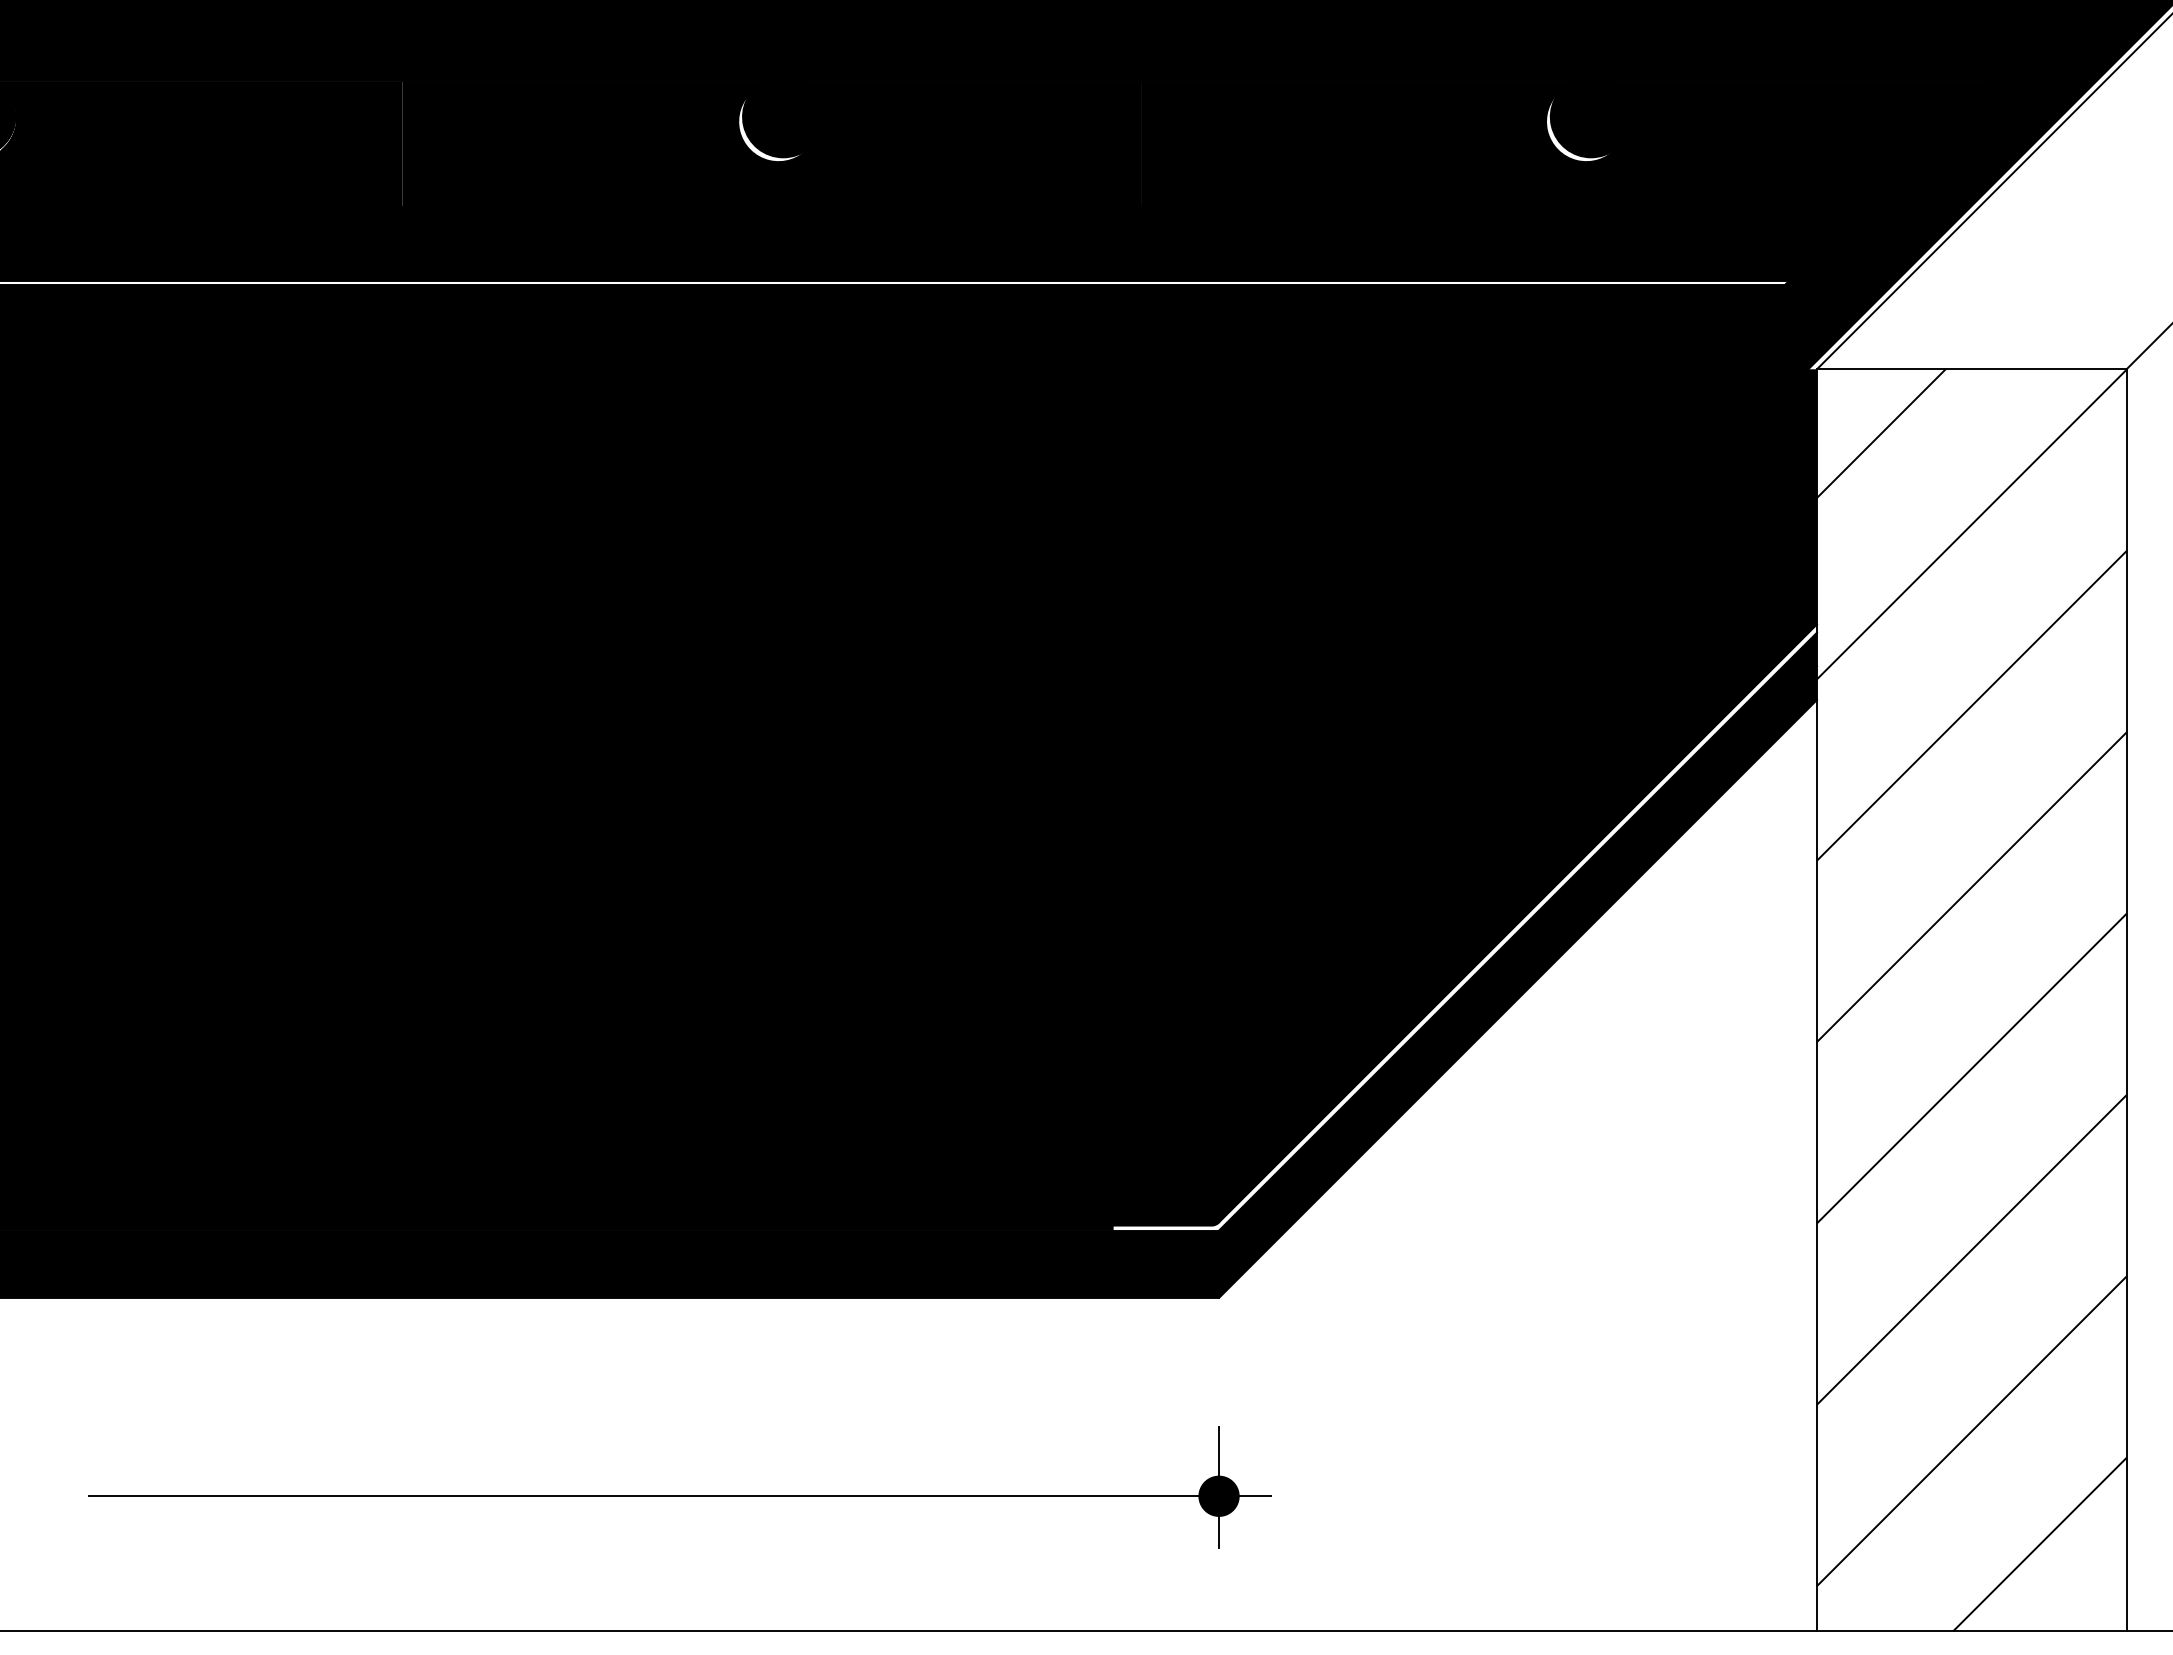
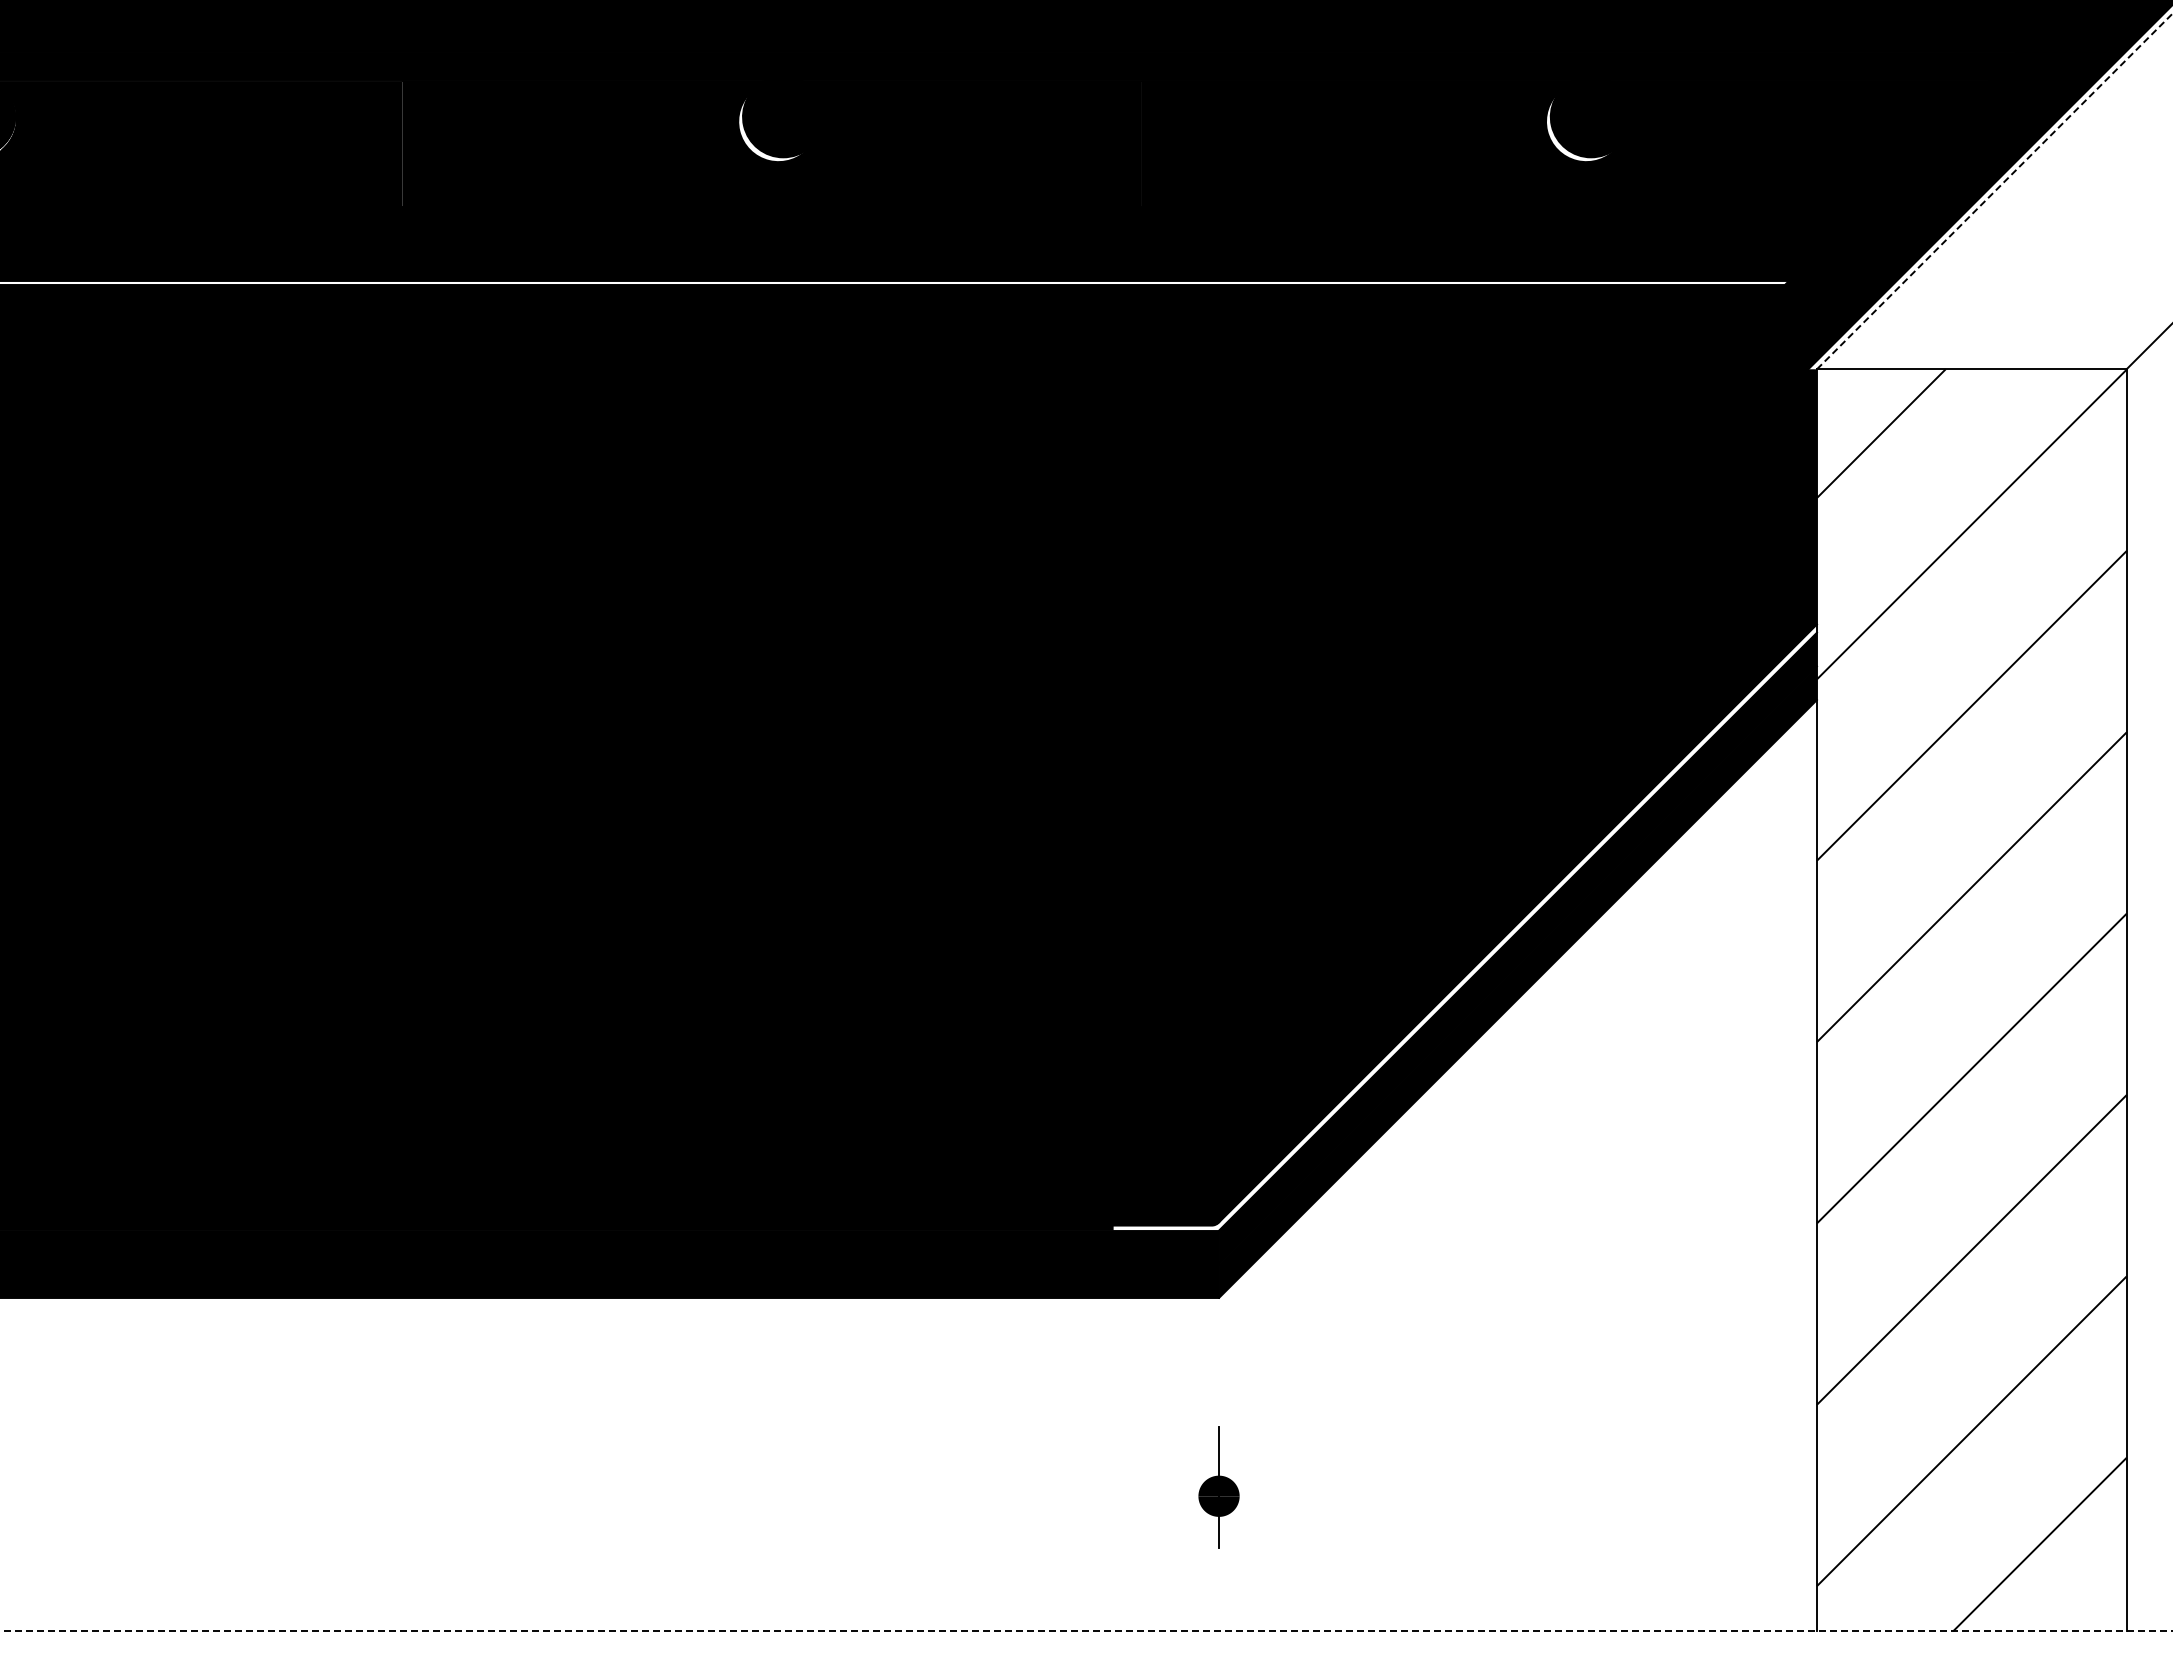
line at (1995, 191): solid -> dashed
line at (679, 1496): present -> none
line at (1086, 1631): solid -> dashed
